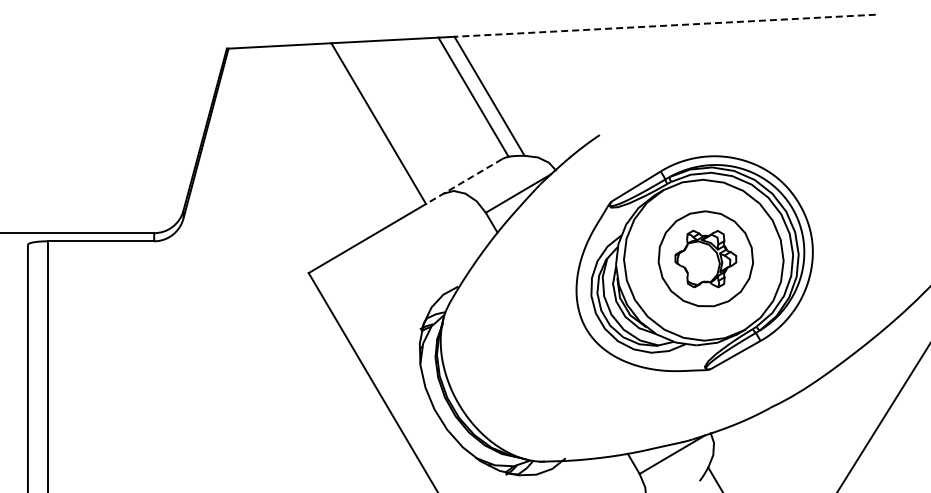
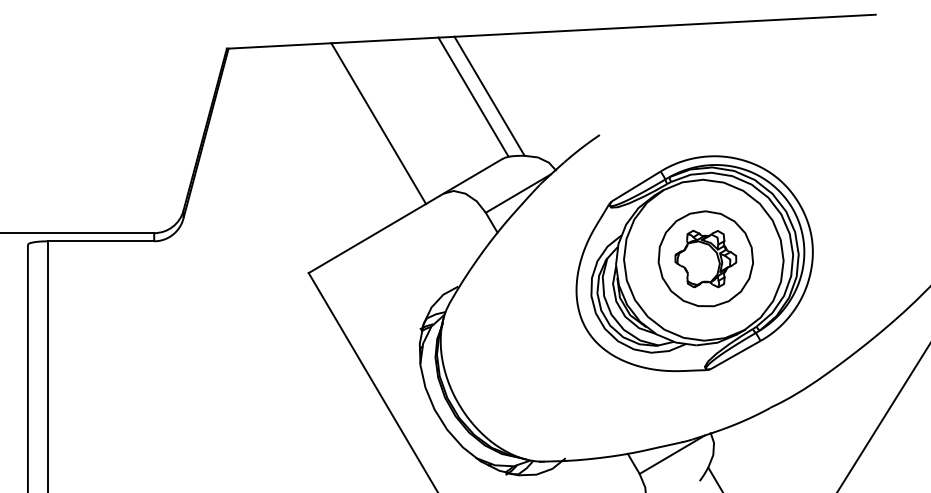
line at (665, 25): dashed -> solid
line at (463, 181): dashed -> solid
